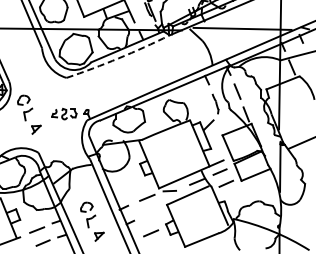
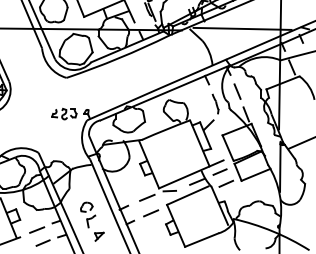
arc at (118, 58): dashed -> solid
part at (29, 114): present -> none
line at (151, 233) position: (151, 233) -> (151, 213)
